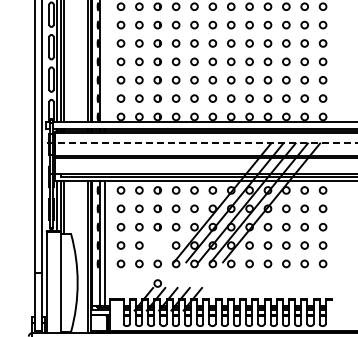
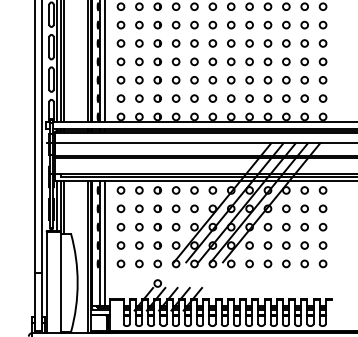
line at (105, 61): none -> present
line at (202, 142): dashed -> solid
part at (157, 245): none -> present
